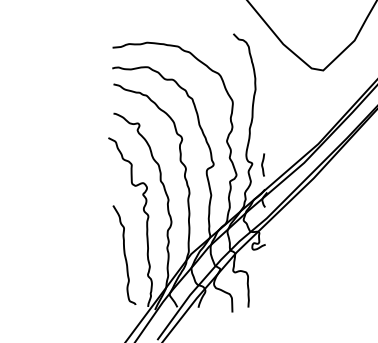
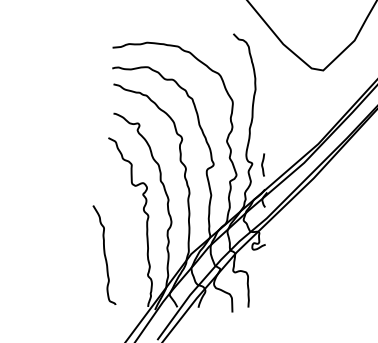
curve at (124, 254) position: (124, 254) -> (104, 254)
